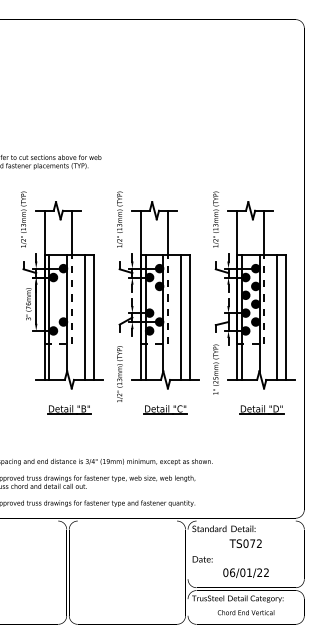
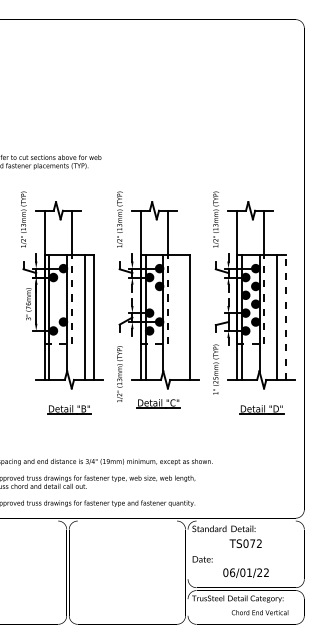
line at (181, 317): present -> none
line at (286, 317): solid -> dashed
part at (165, 409) position: (165, 409) -> (158, 403)
text at (245, 612) position: (245, 612) -> (259, 612)
